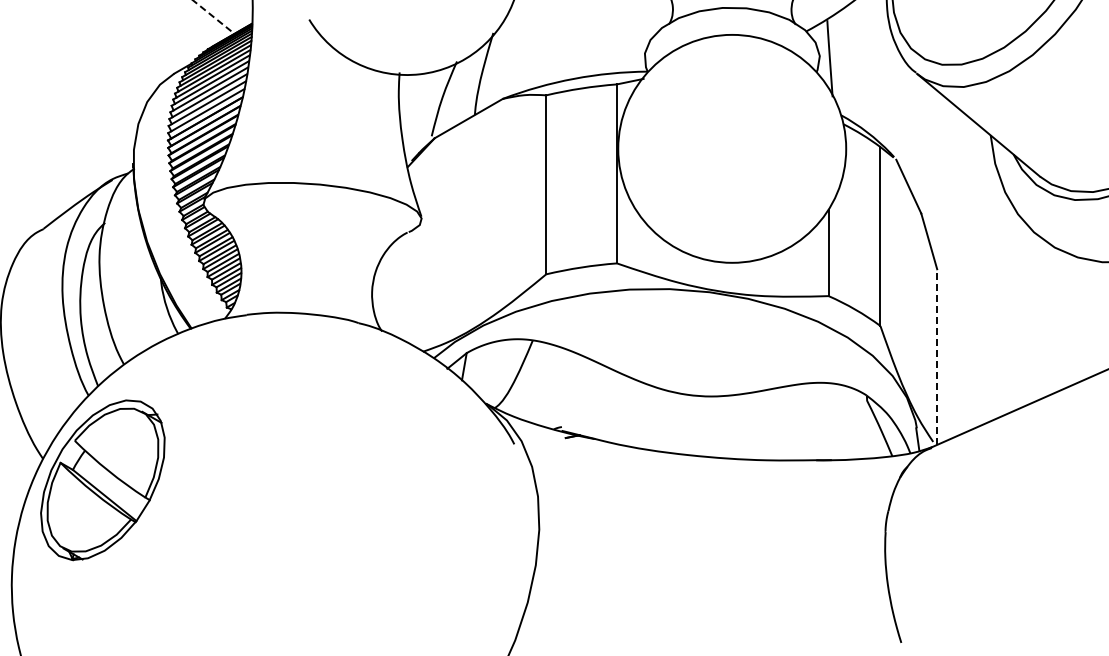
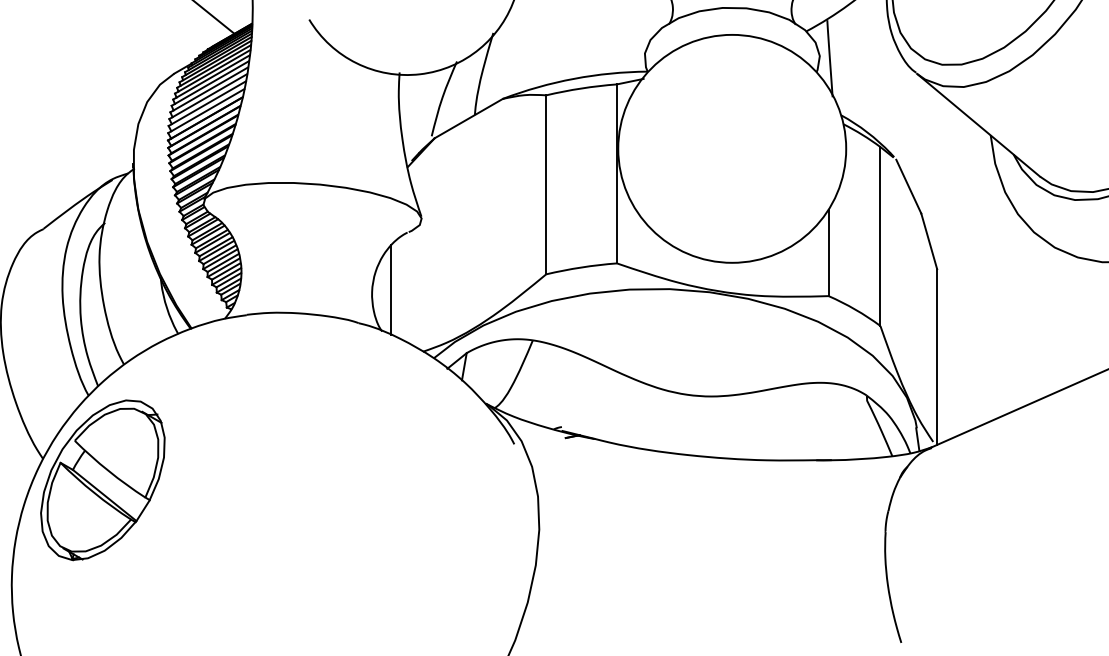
line at (213, 17): dashed -> solid
line at (391, 290): none -> present
line at (937, 357): dashed -> solid
